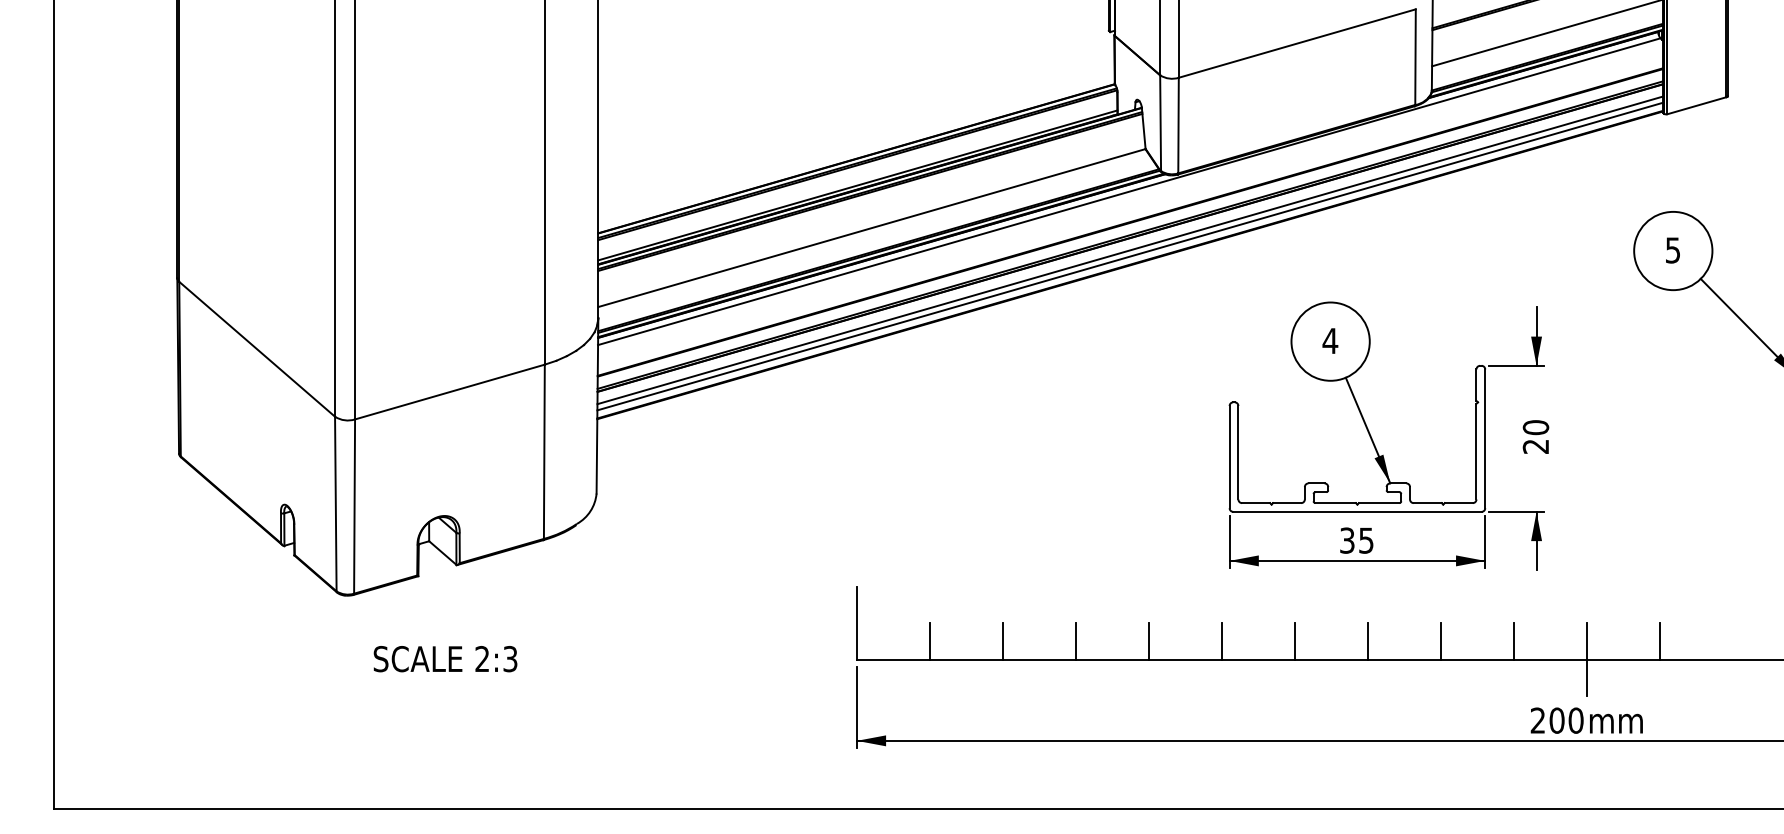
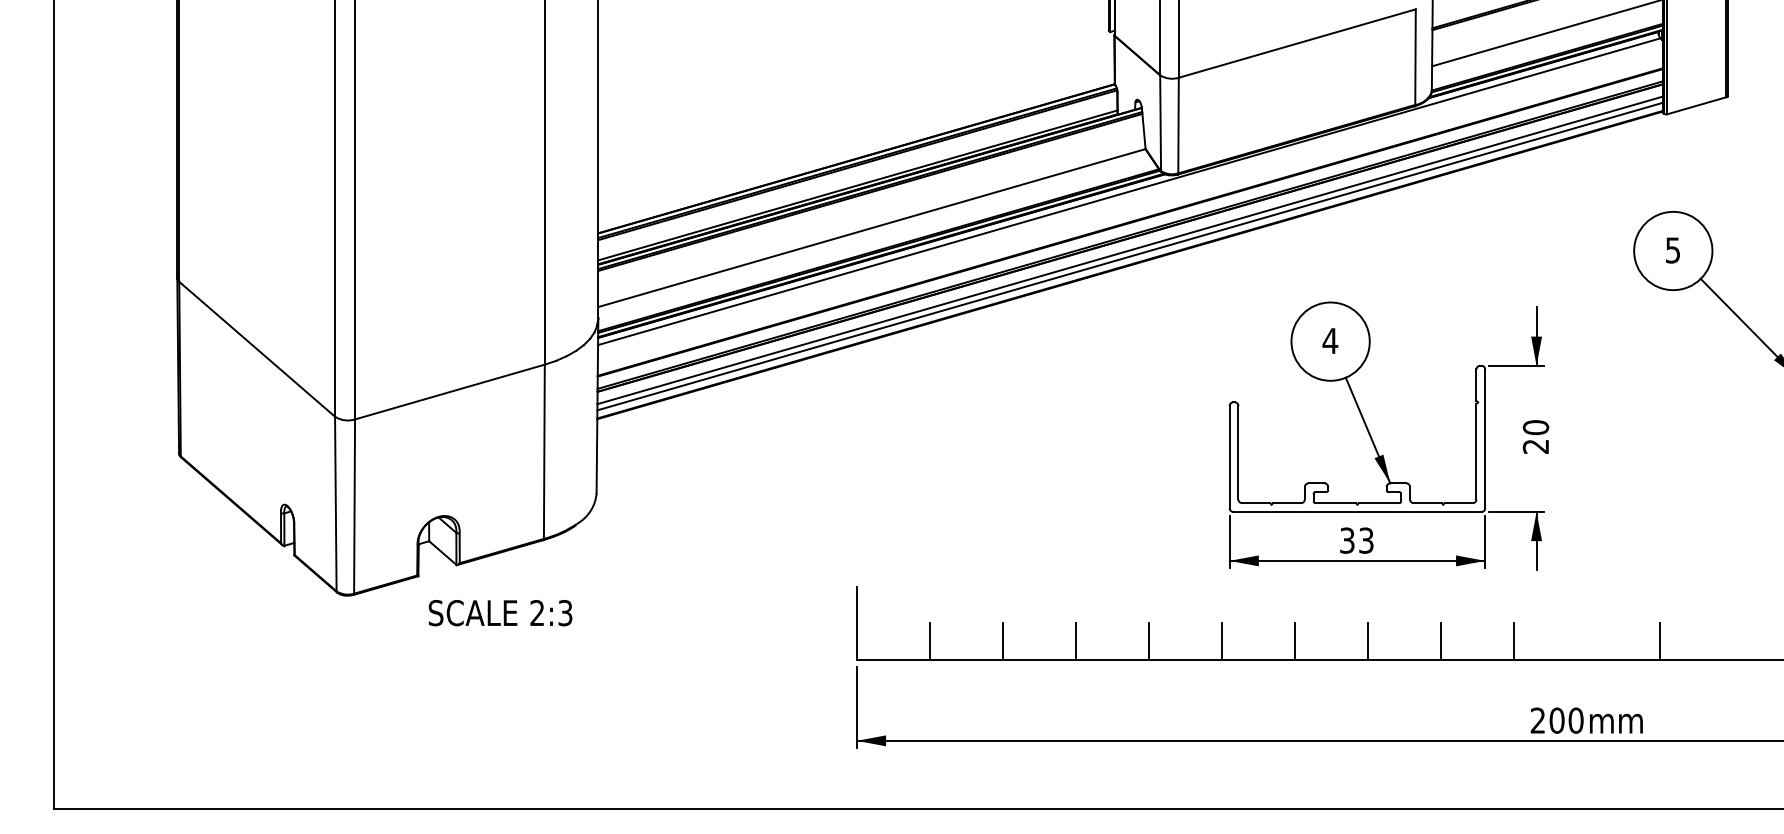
text at (1366, 540): 35 -> 33
text at (445, 659) position: (445, 659) -> (500, 613)
line at (1587, 659): present -> none
